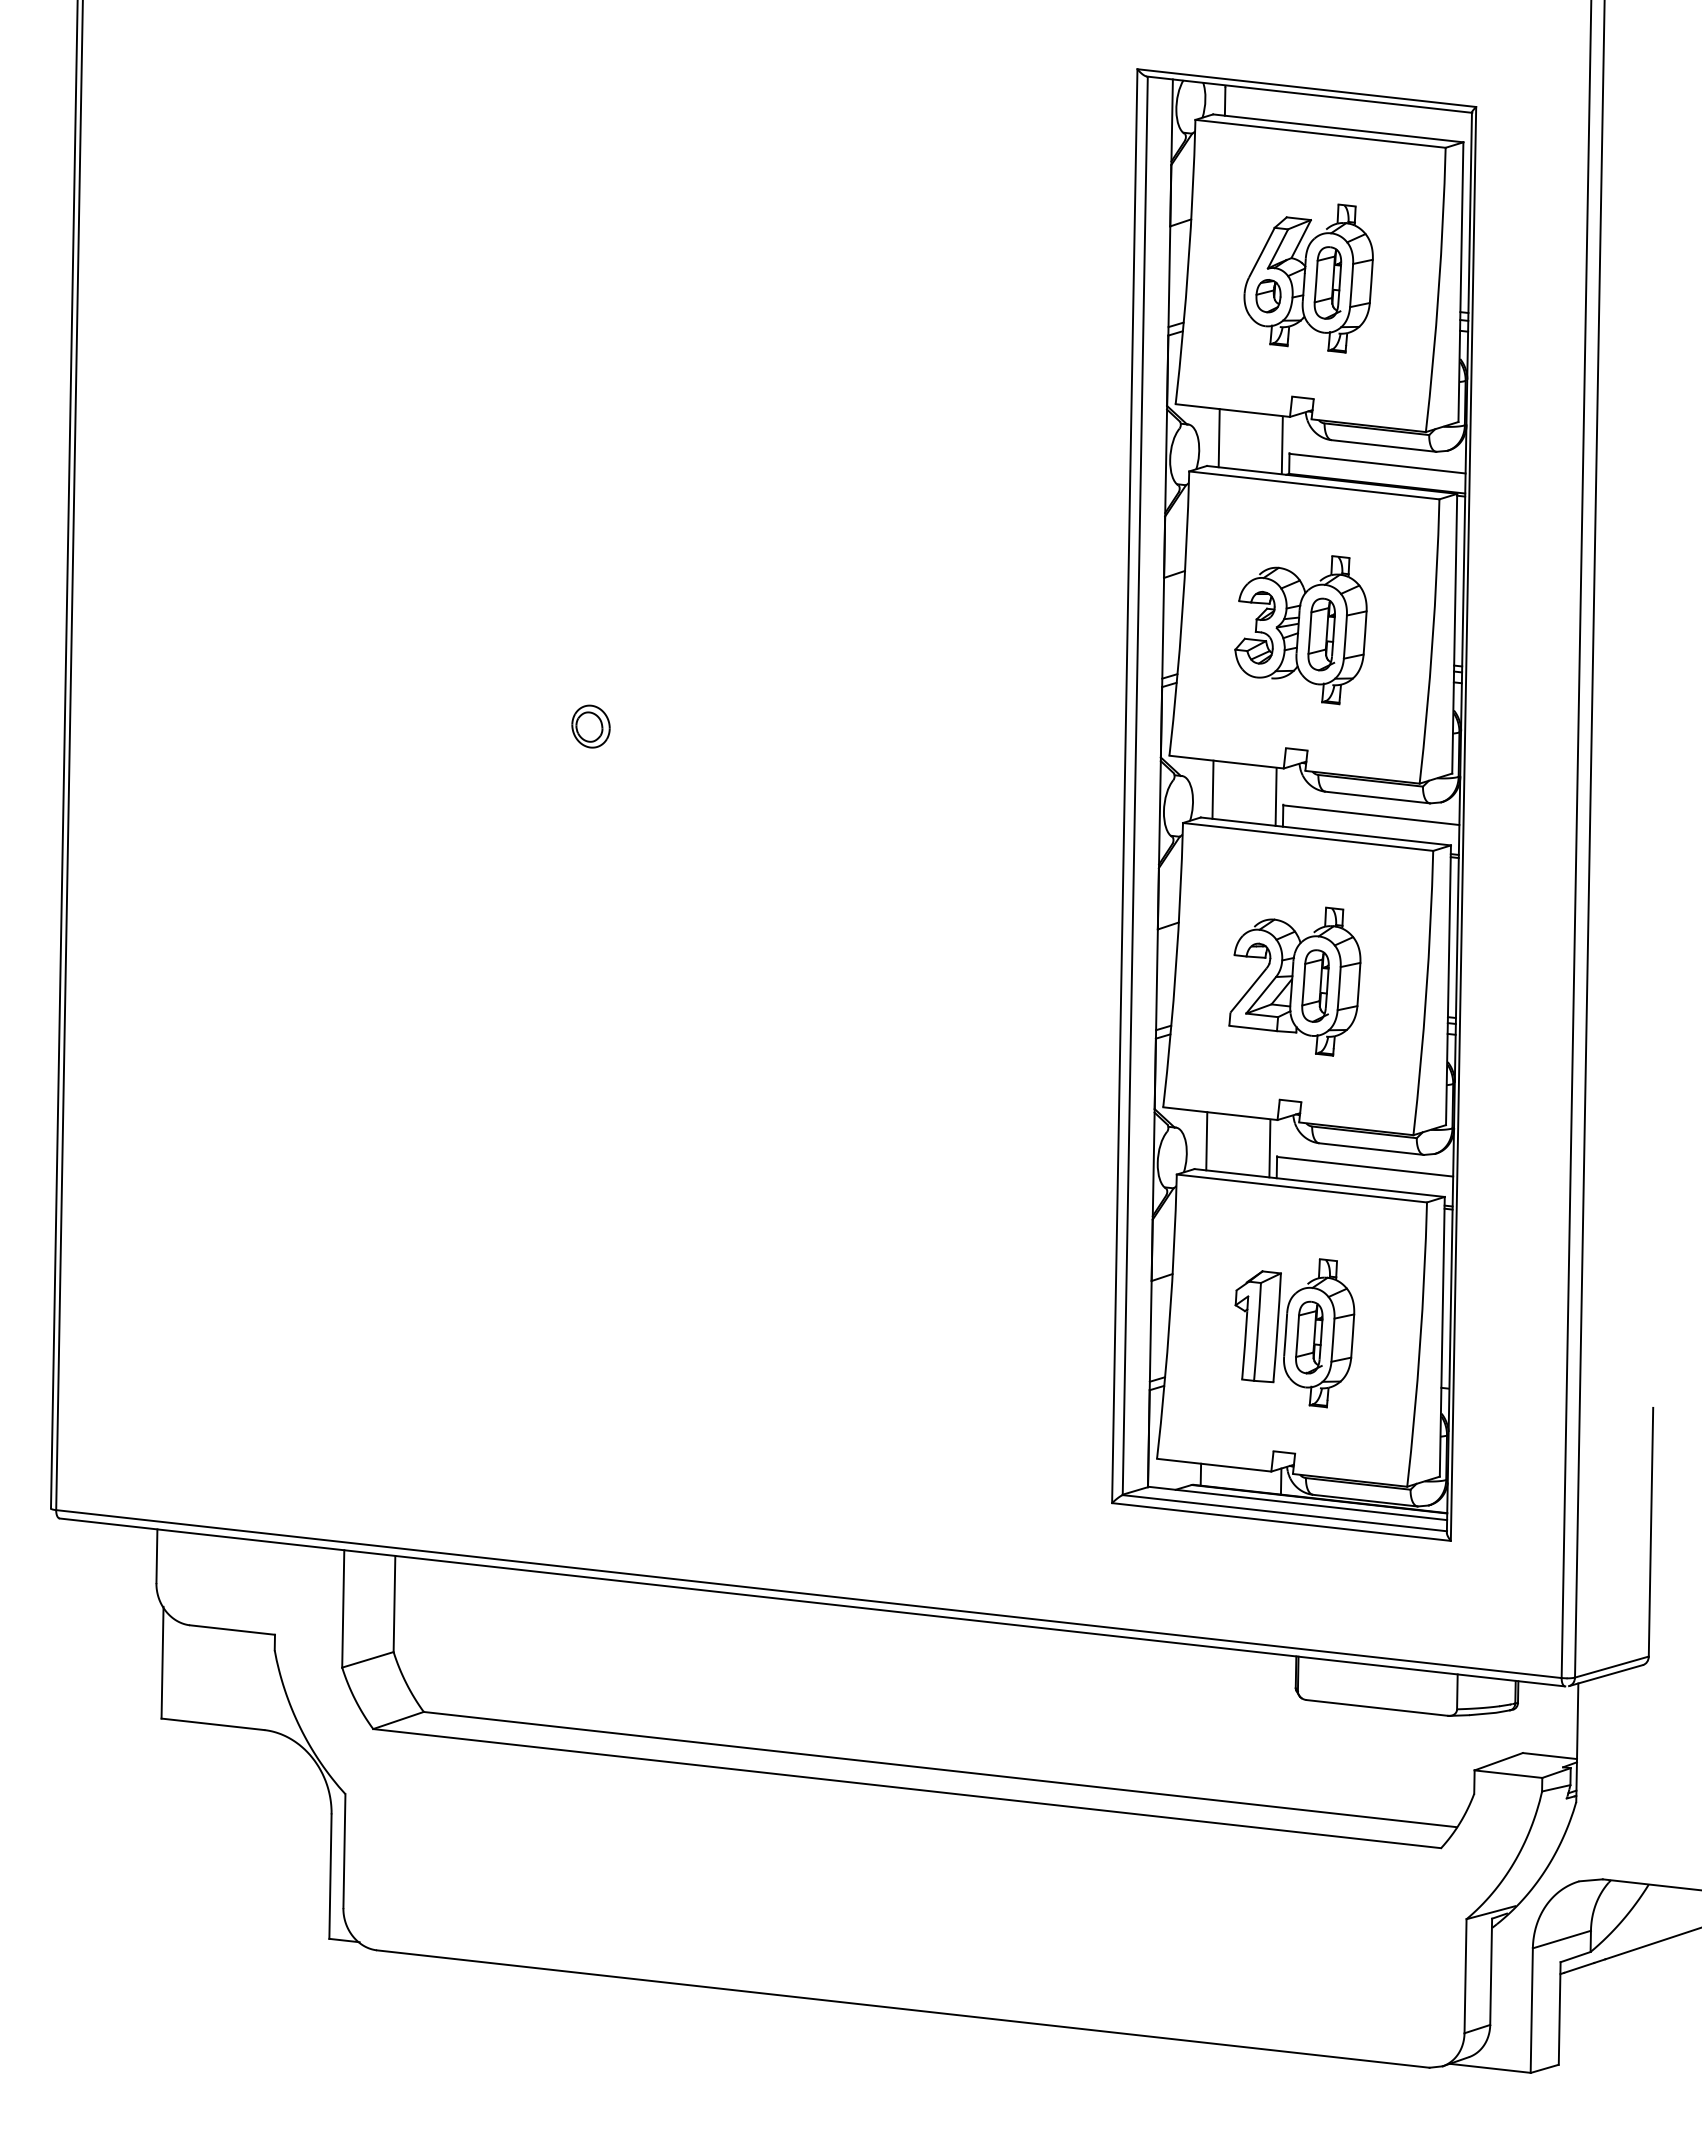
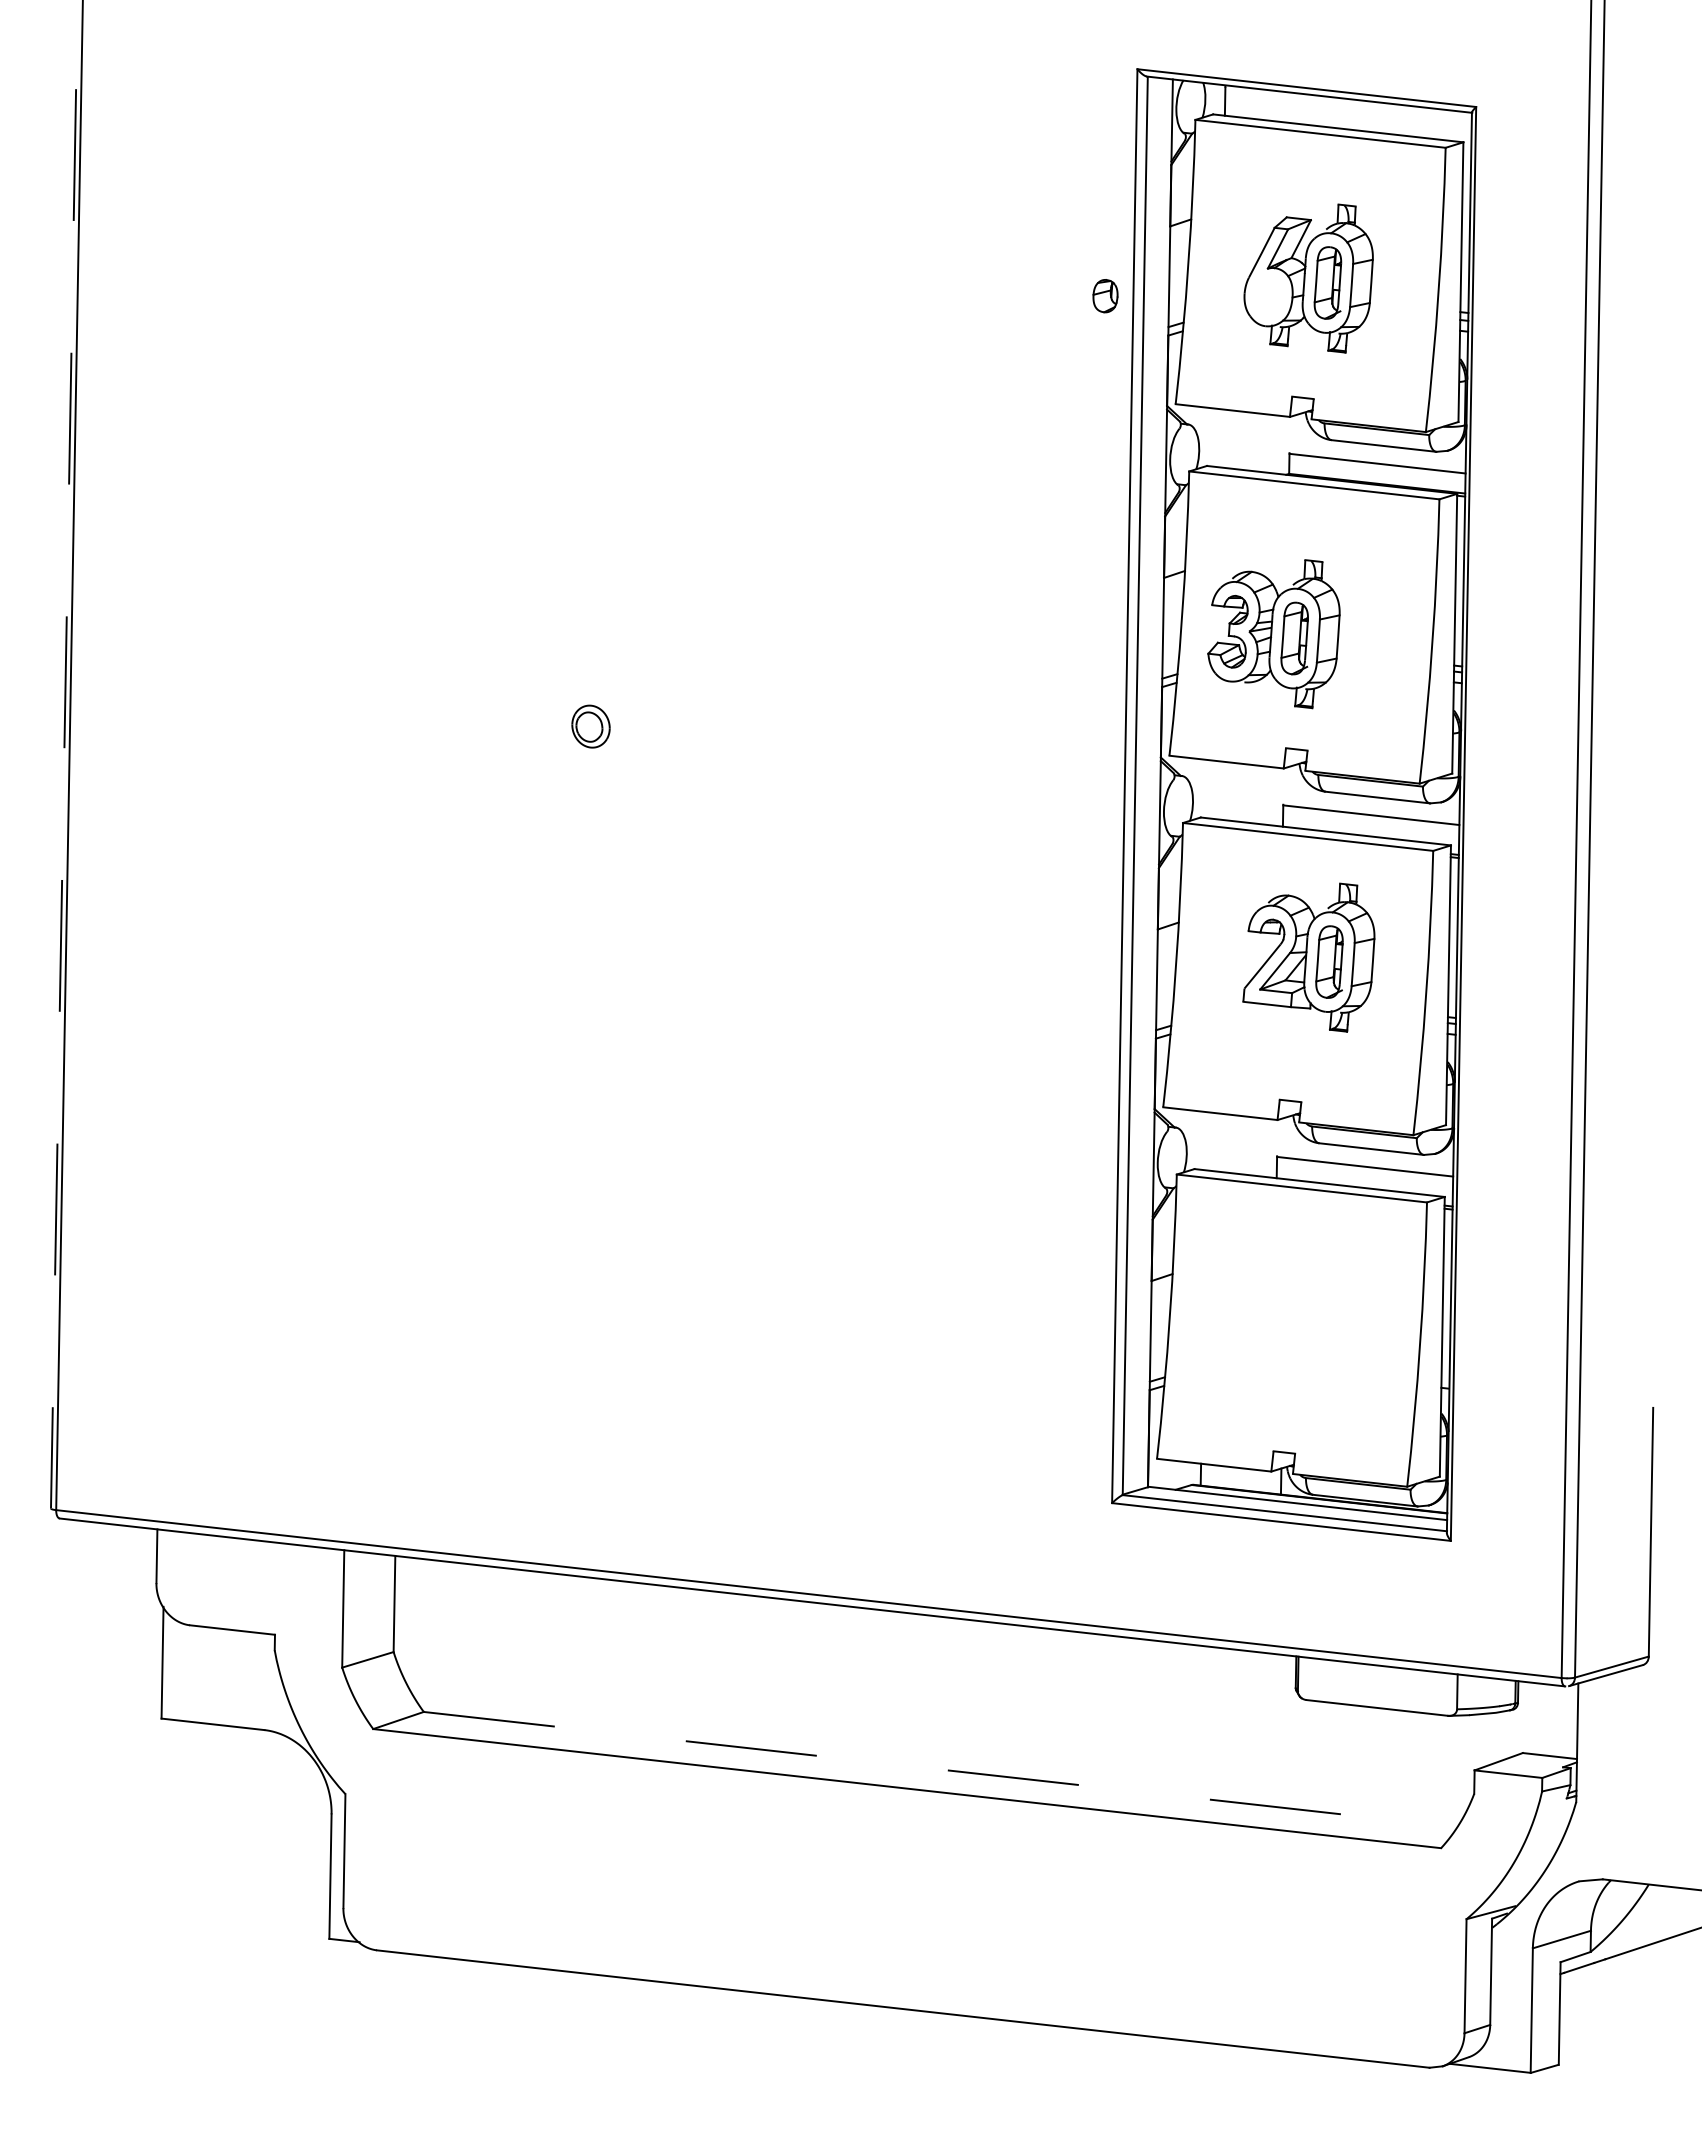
part at (1268, 296) position: (1268, 296) -> (1105, 296)
line at (1218, 438): present -> none
line at (1281, 444): present -> none
part at (1300, 630) position: (1300, 630) -> (1273, 634)
line at (64, 754): solid -> dashed
line at (1212, 789): present -> none
line at (1275, 796): present -> none
part at (1294, 981) position: (1294, 981) -> (1308, 957)
line at (1206, 1141): present -> none
line at (1269, 1148): present -> none
part at (1294, 1333): present -> none
line at (940, 1769): solid -> dashed
